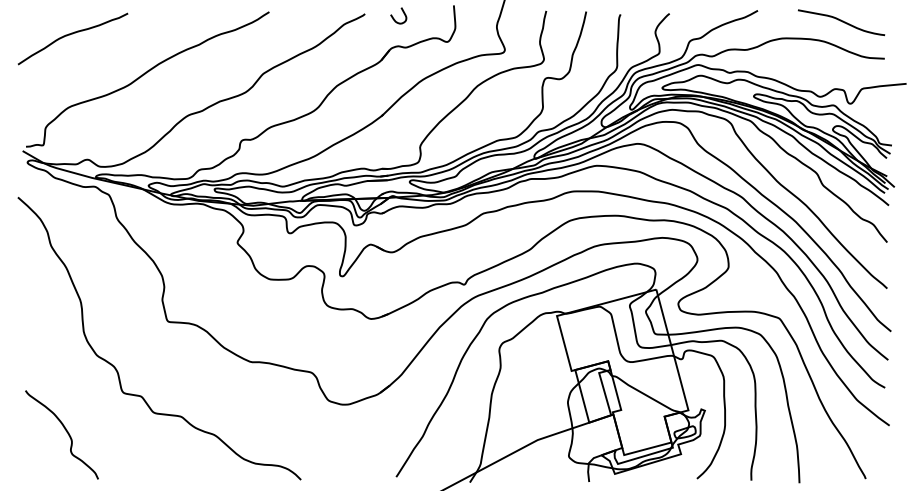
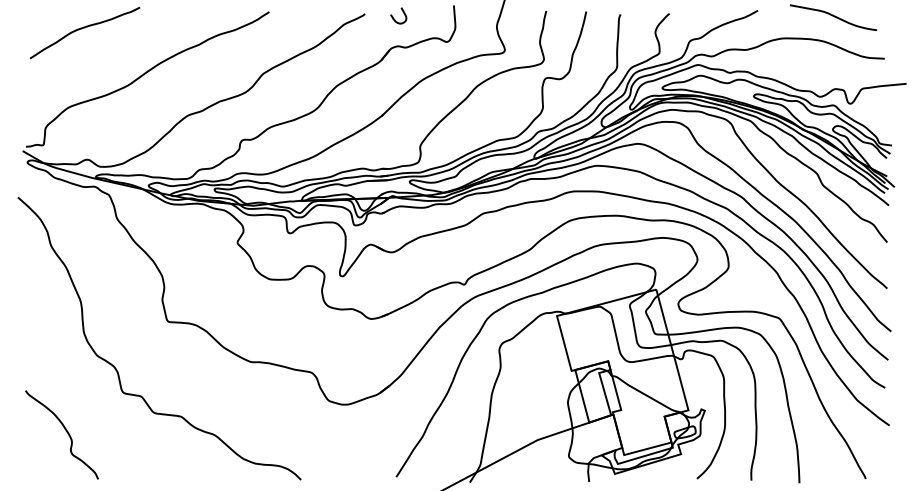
curve at (841, 21) position: (841, 21) -> (833, 16)
curve at (72, 34) position: (72, 34) -> (84, 28)
